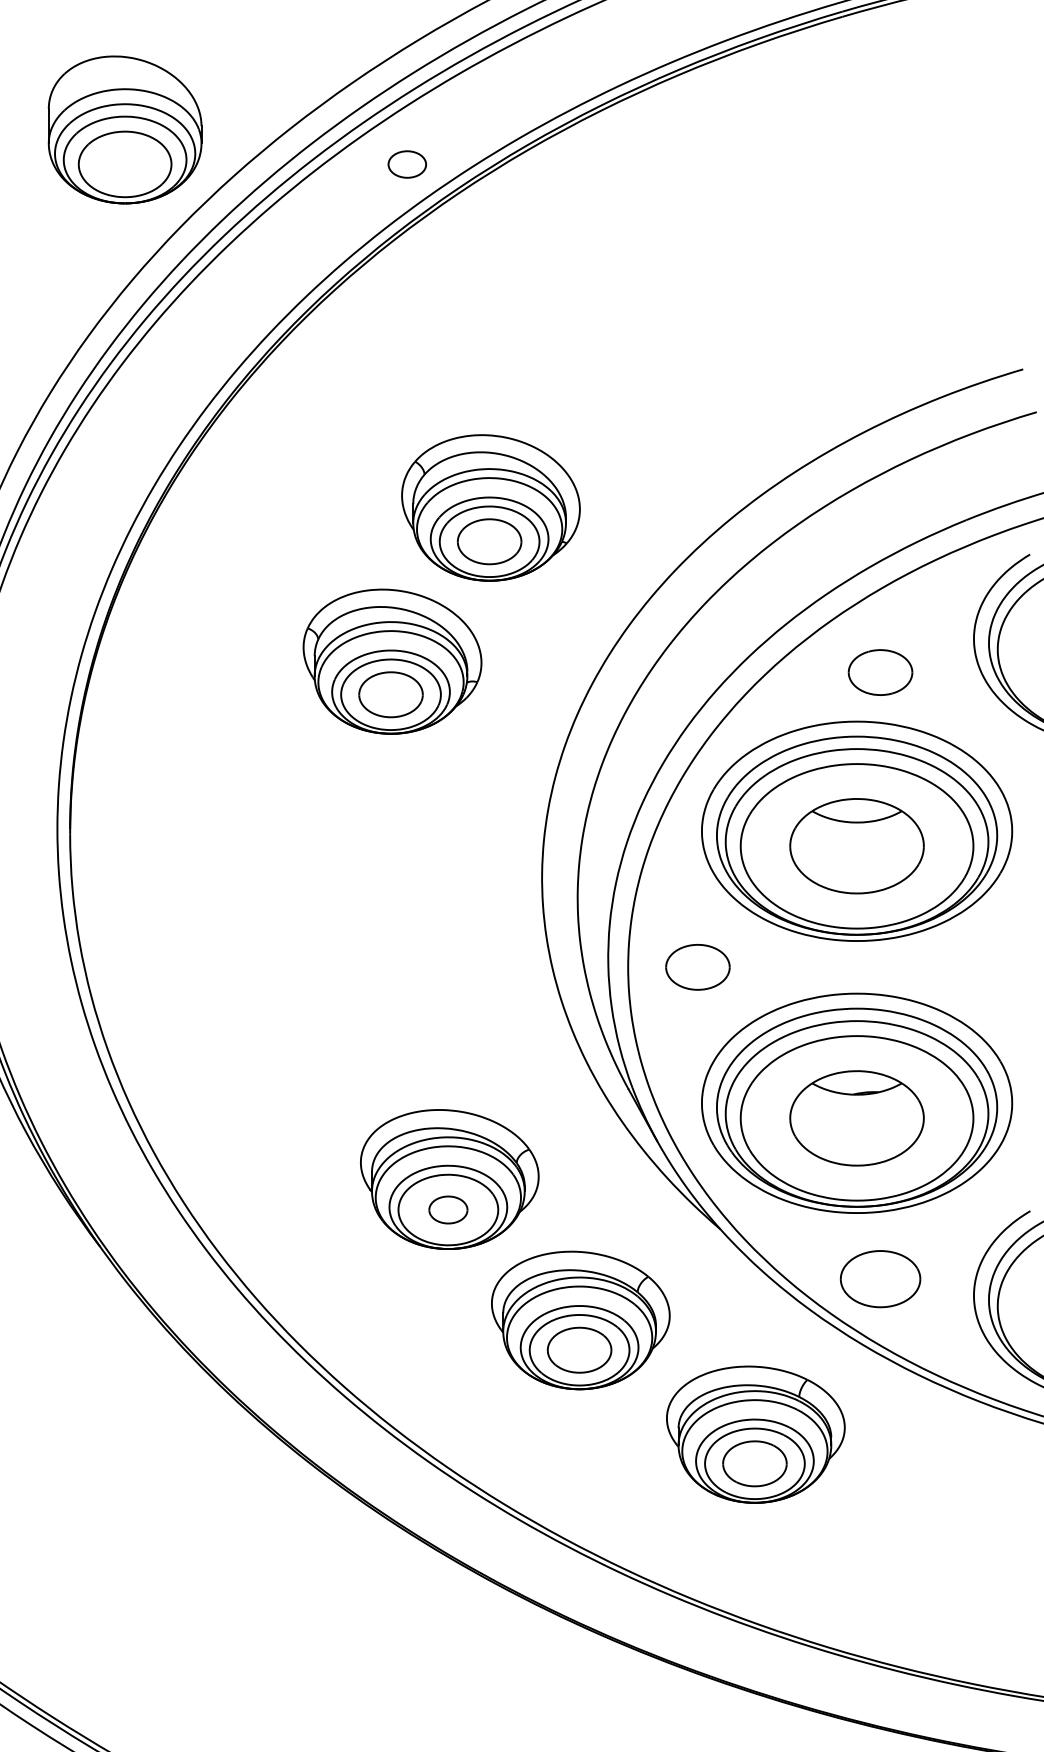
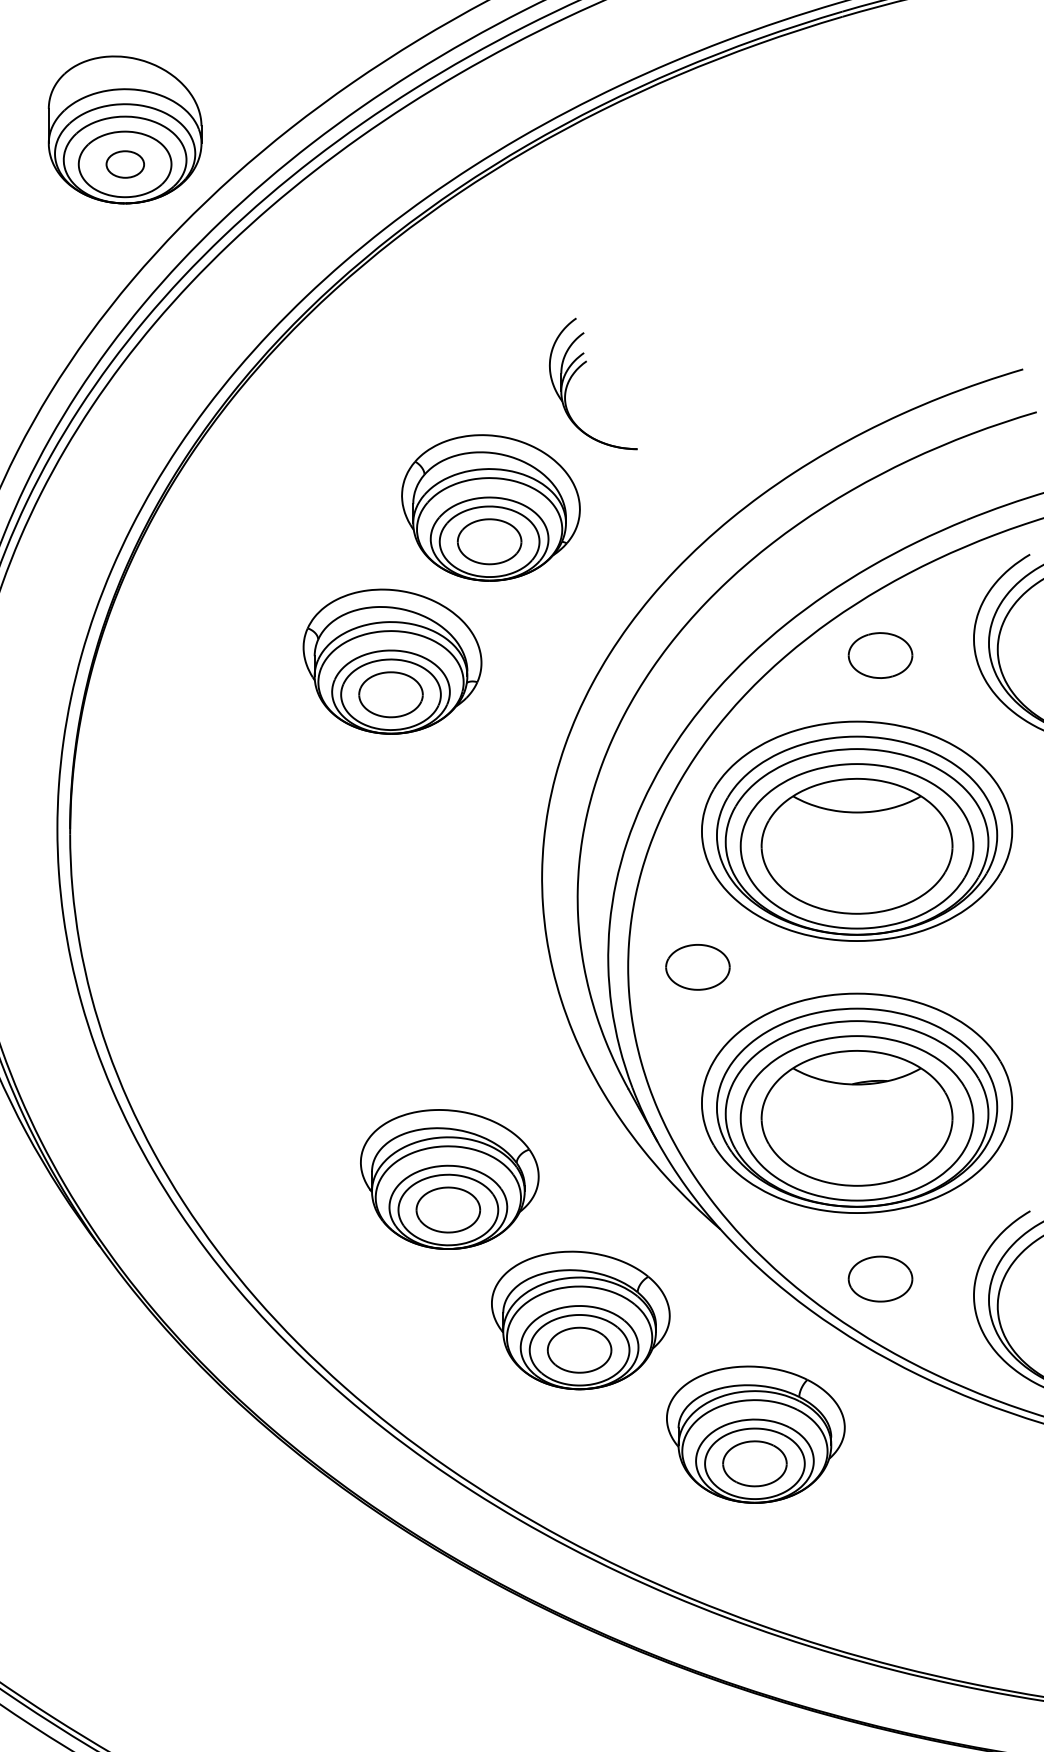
part at (406, 164) position: (406, 164) -> (124, 164)
part at (579, 368): none -> present
part at (880, 672) position: (880, 672) -> (880, 655)
part at (856, 846) size: 136x97 px -> 194x138 px
part at (856, 1118) size: 136x97 px -> 194x137 px
part at (448, 1209) size: 41x30 px -> 67x48 px
part at (880, 1279) size: 83x59 px -> 67x48 px
